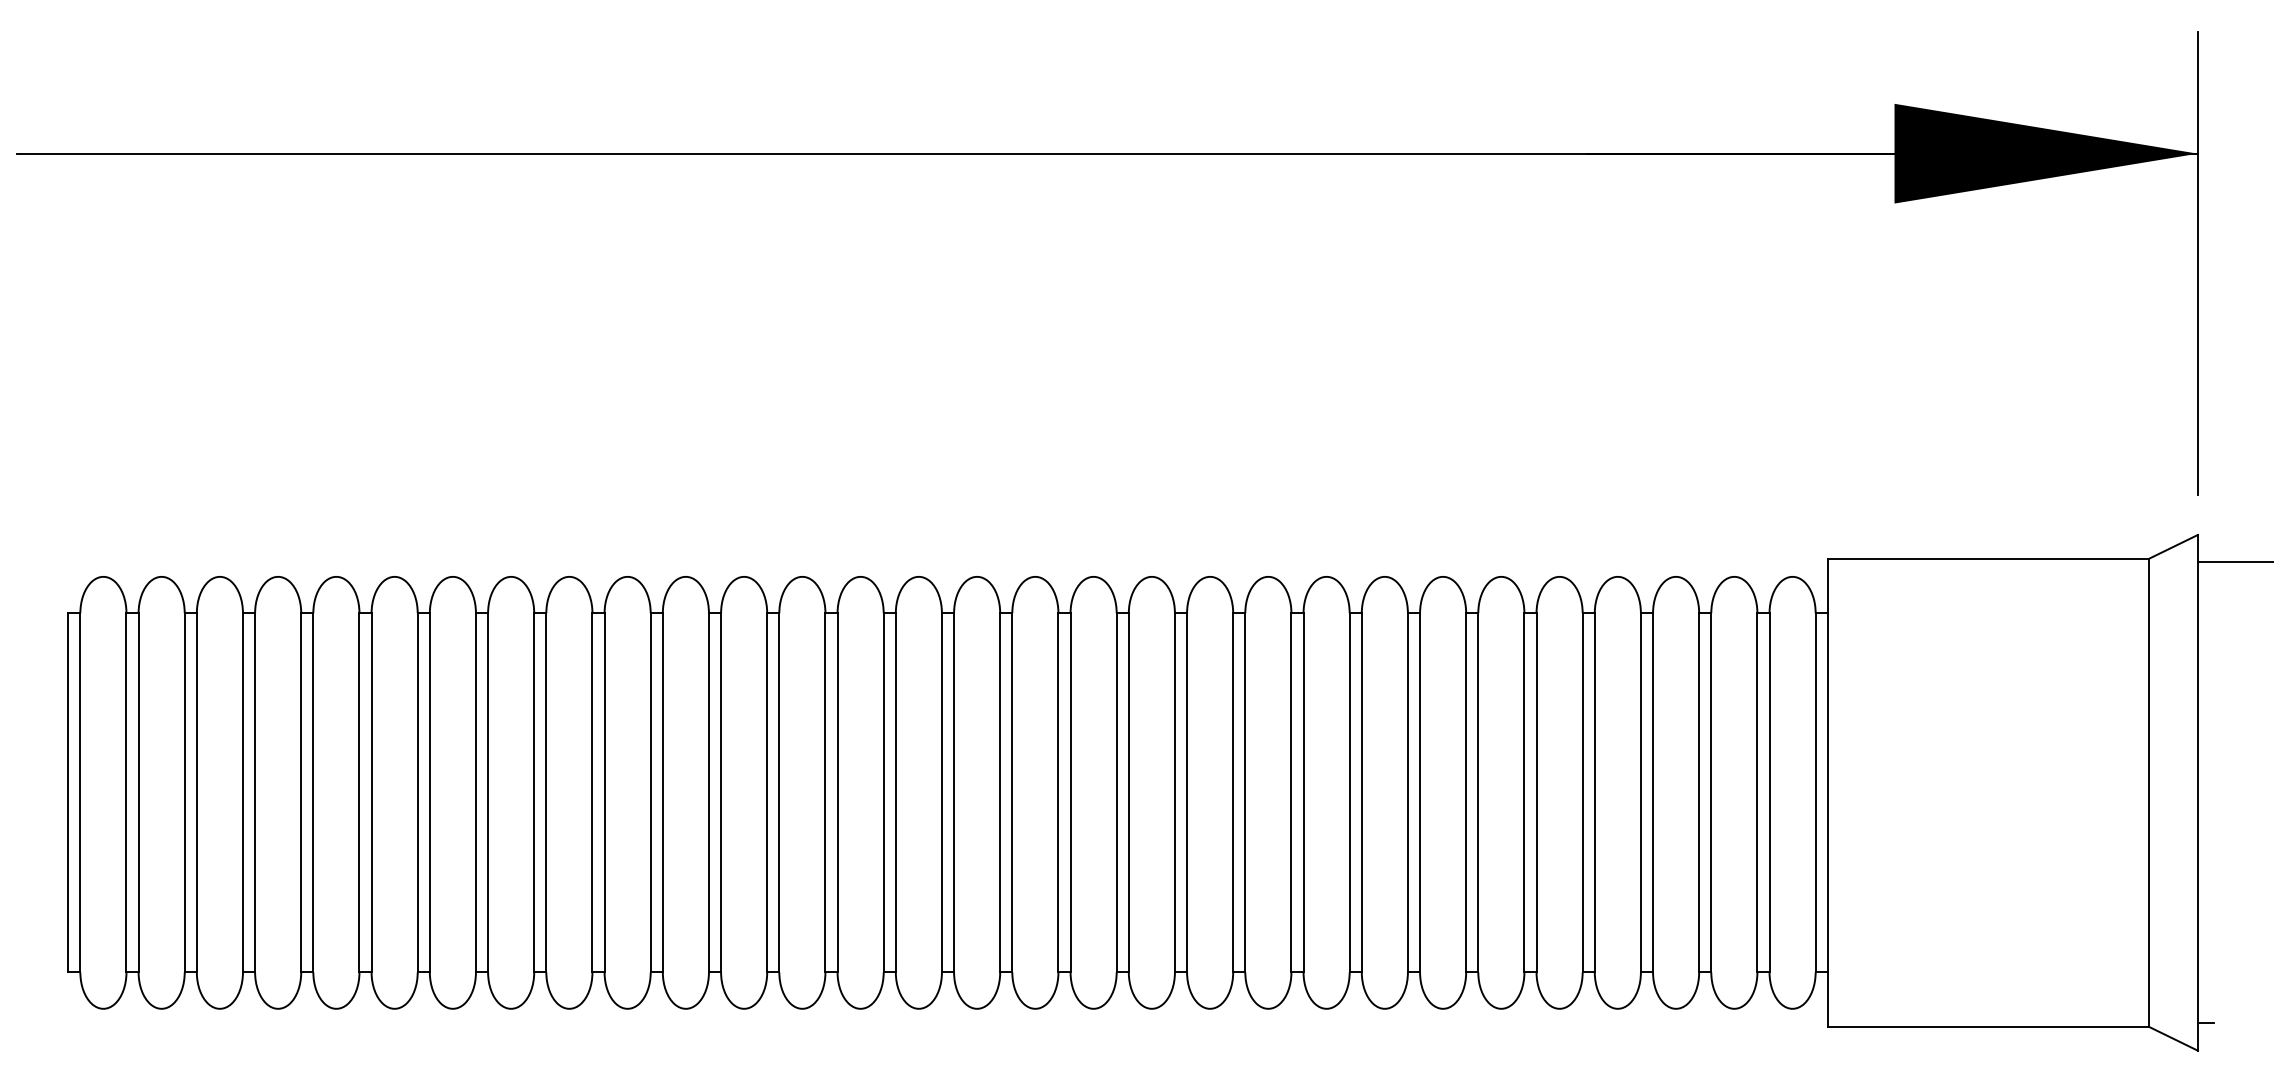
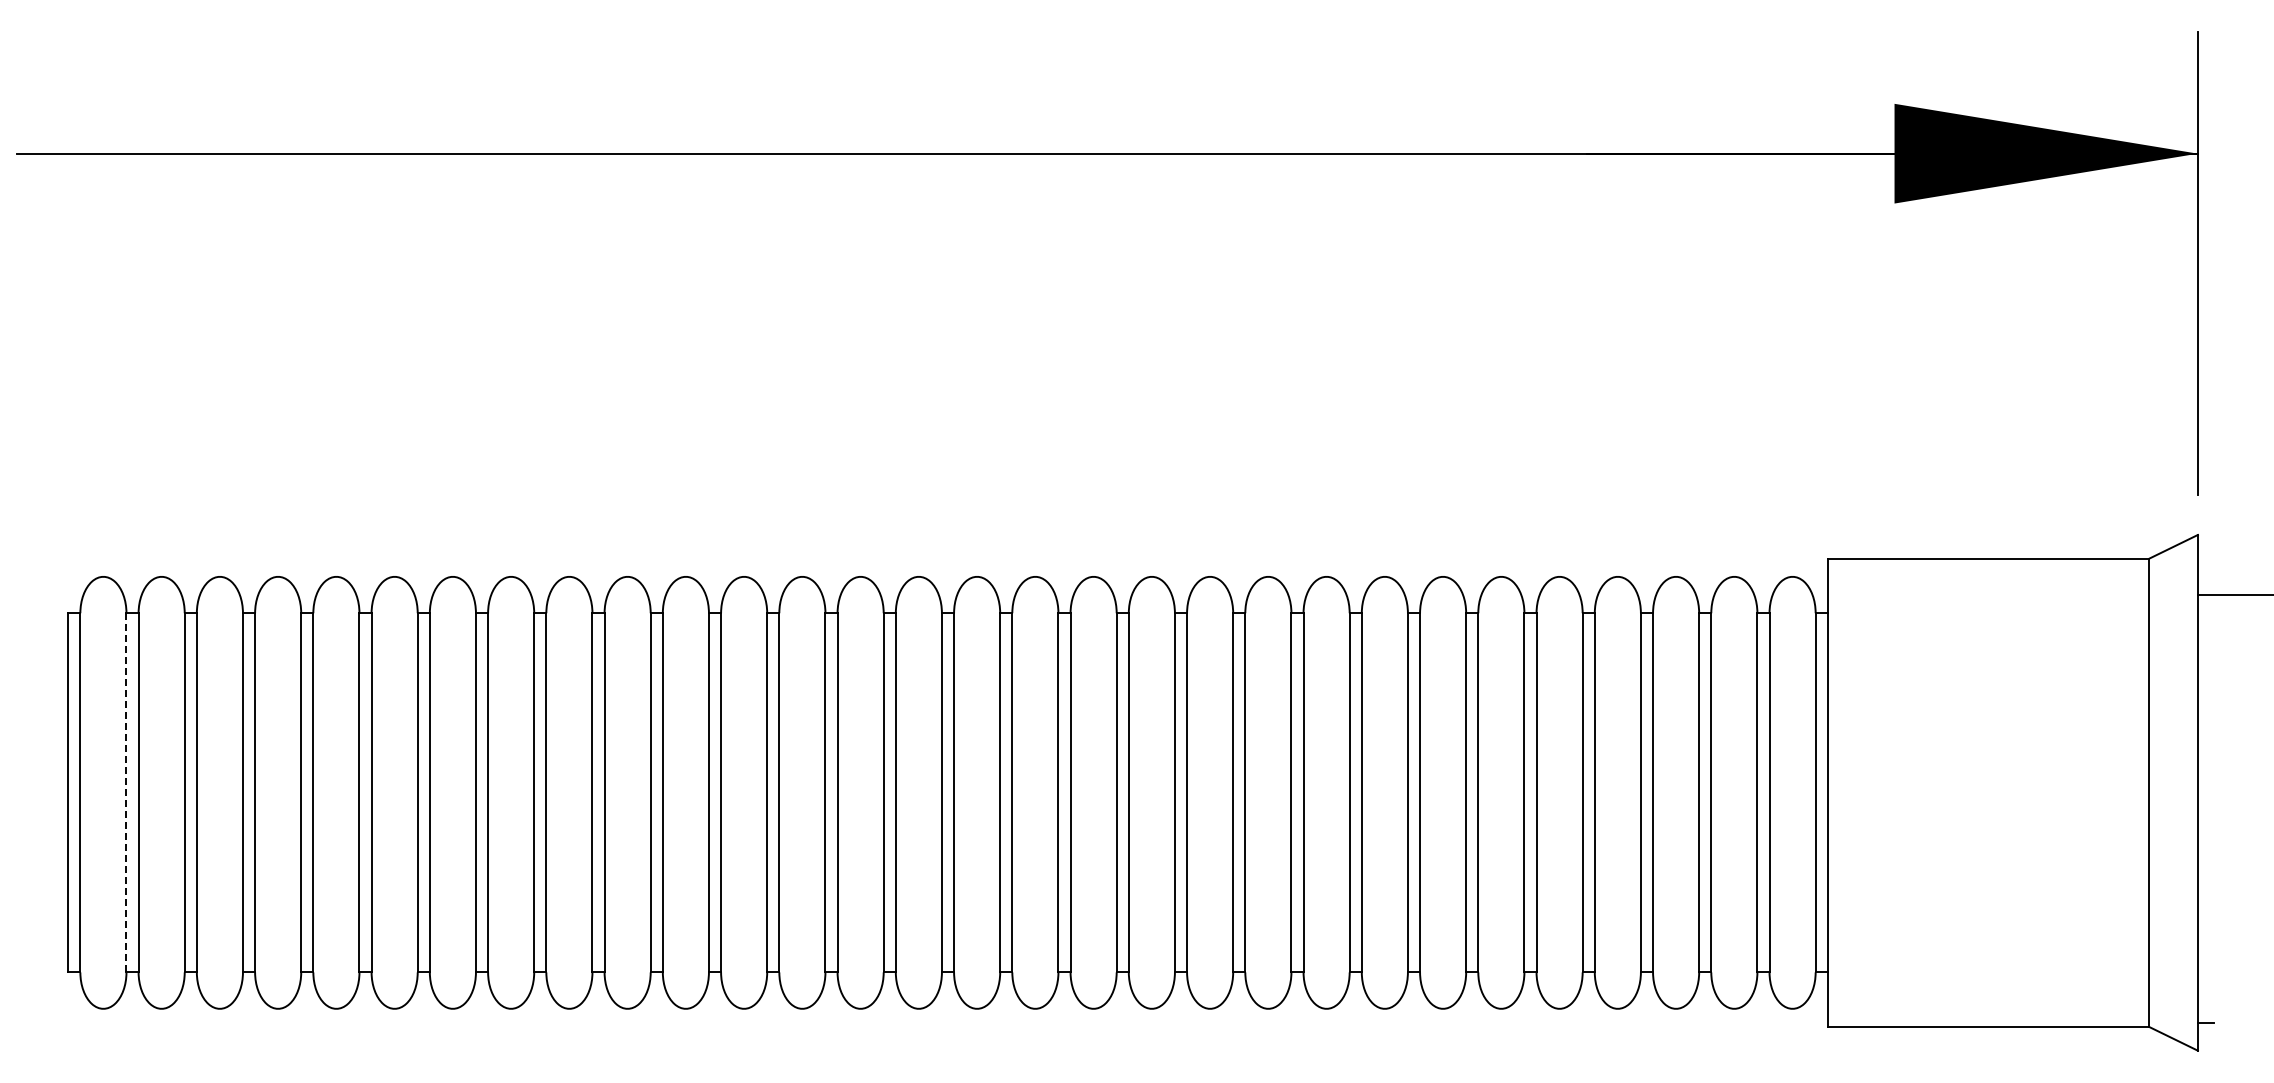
line at (2233, 562) position: (2233, 562) -> (2233, 595)
line at (126, 792): solid -> dashed
